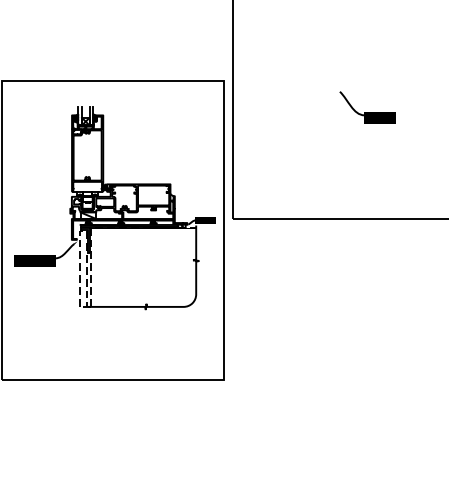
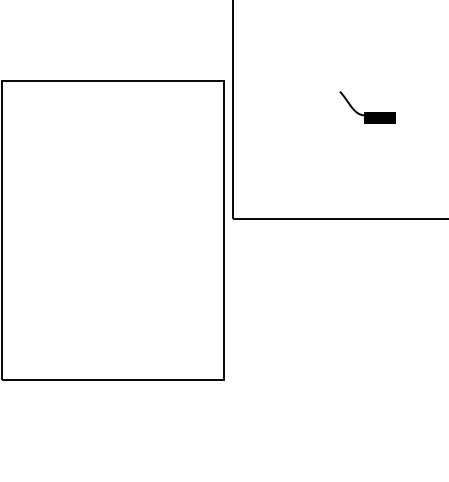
part at (114, 208): present -> none
